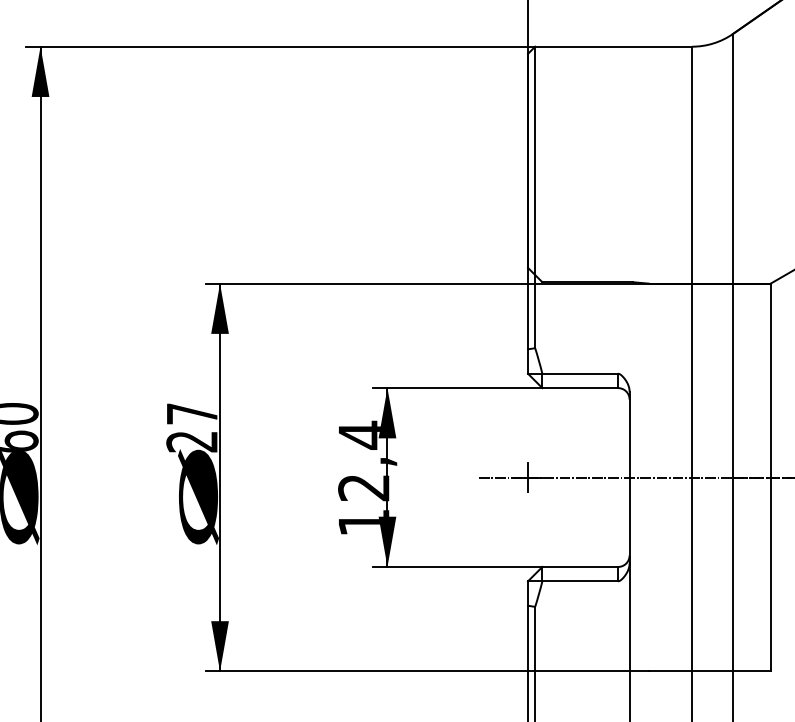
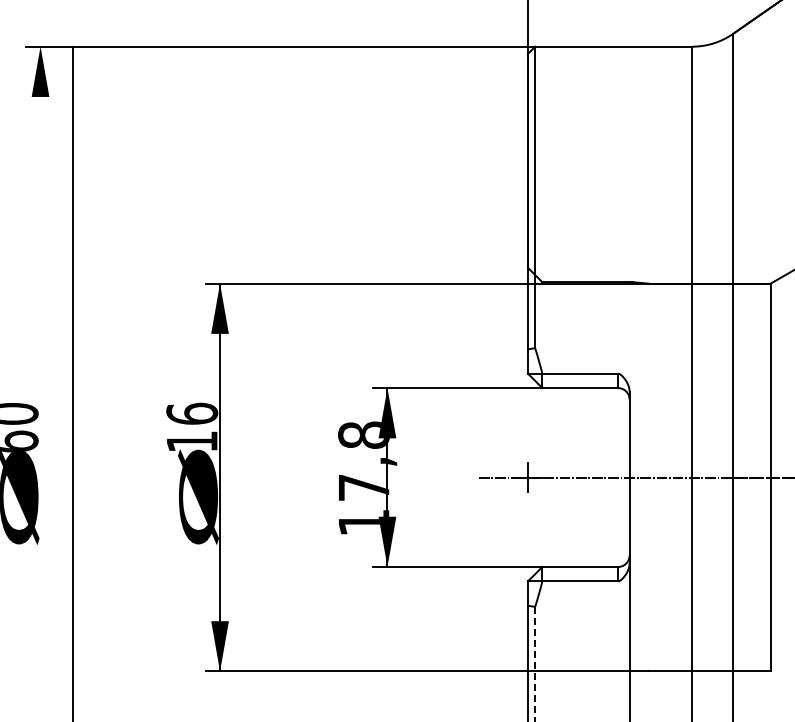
line at (40, 382) position: (40, 382) -> (72, 382)
text at (192, 427): 27 -> 16
text at (363, 460): 12,4 -> 17,8
line at (535, 664): solid -> dashed
